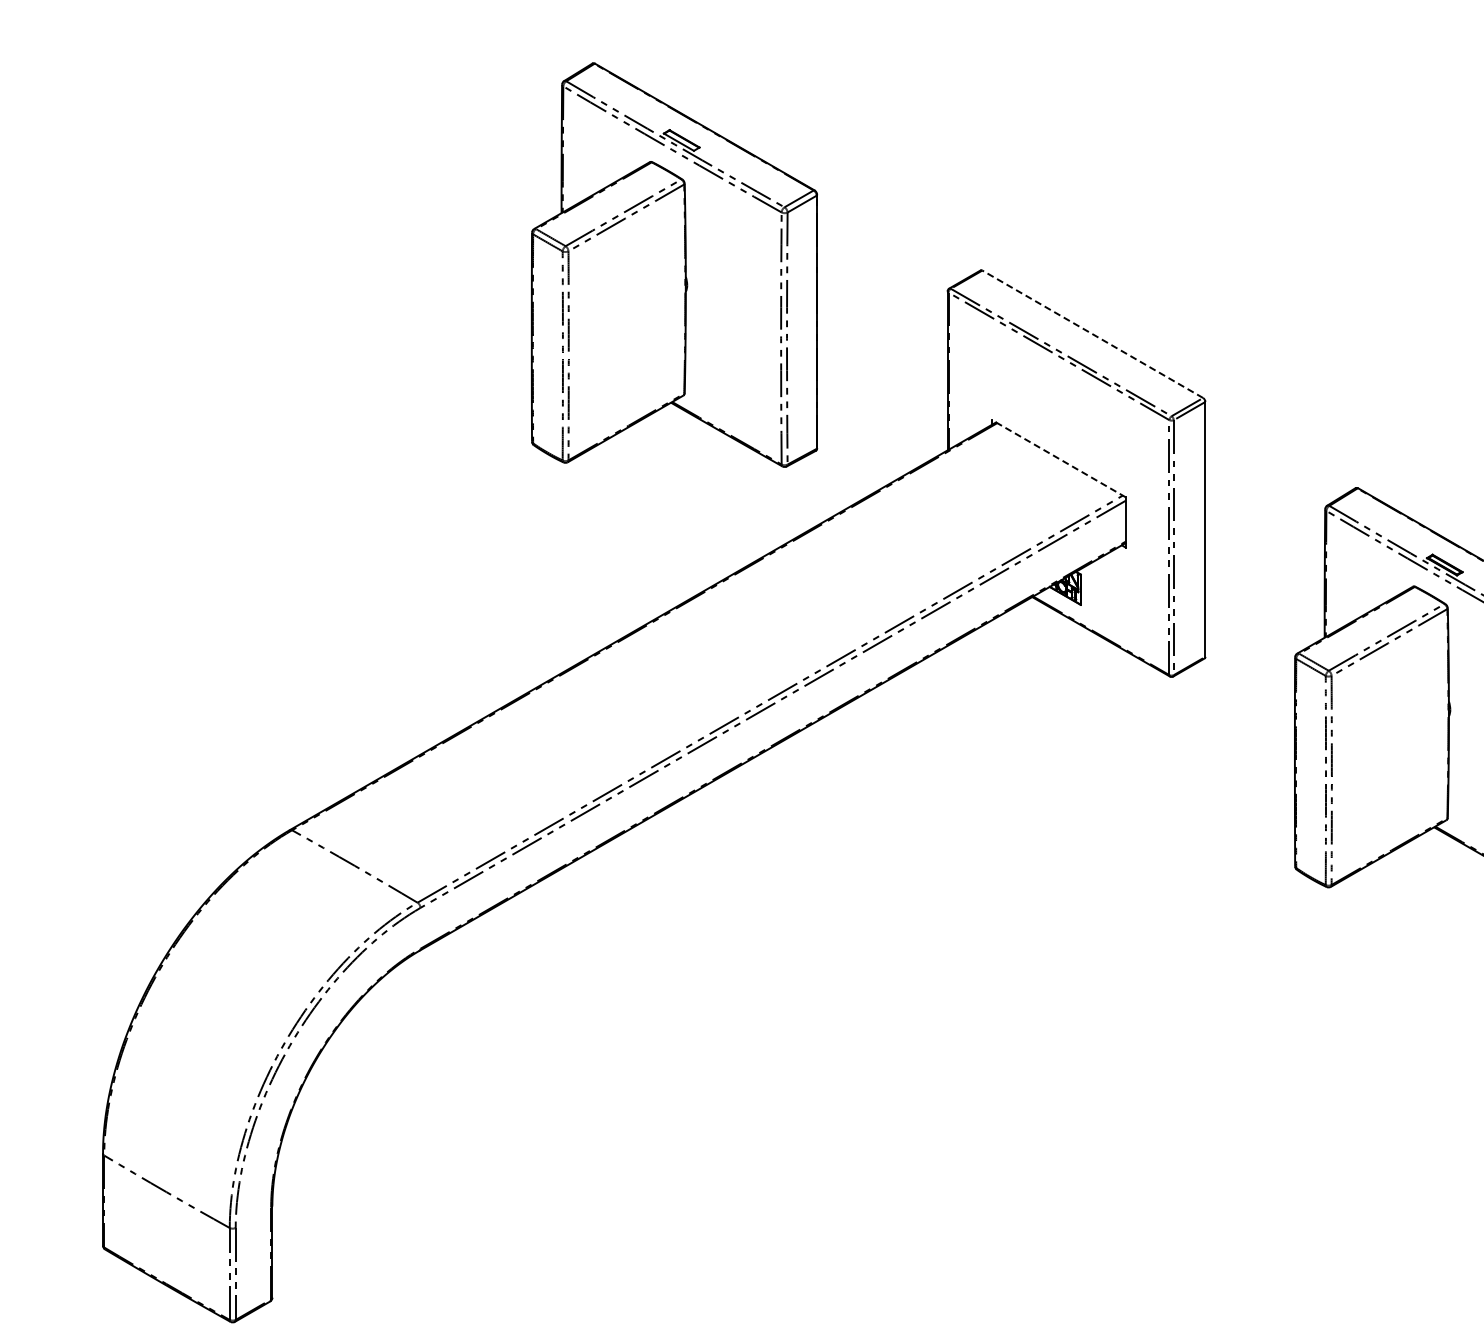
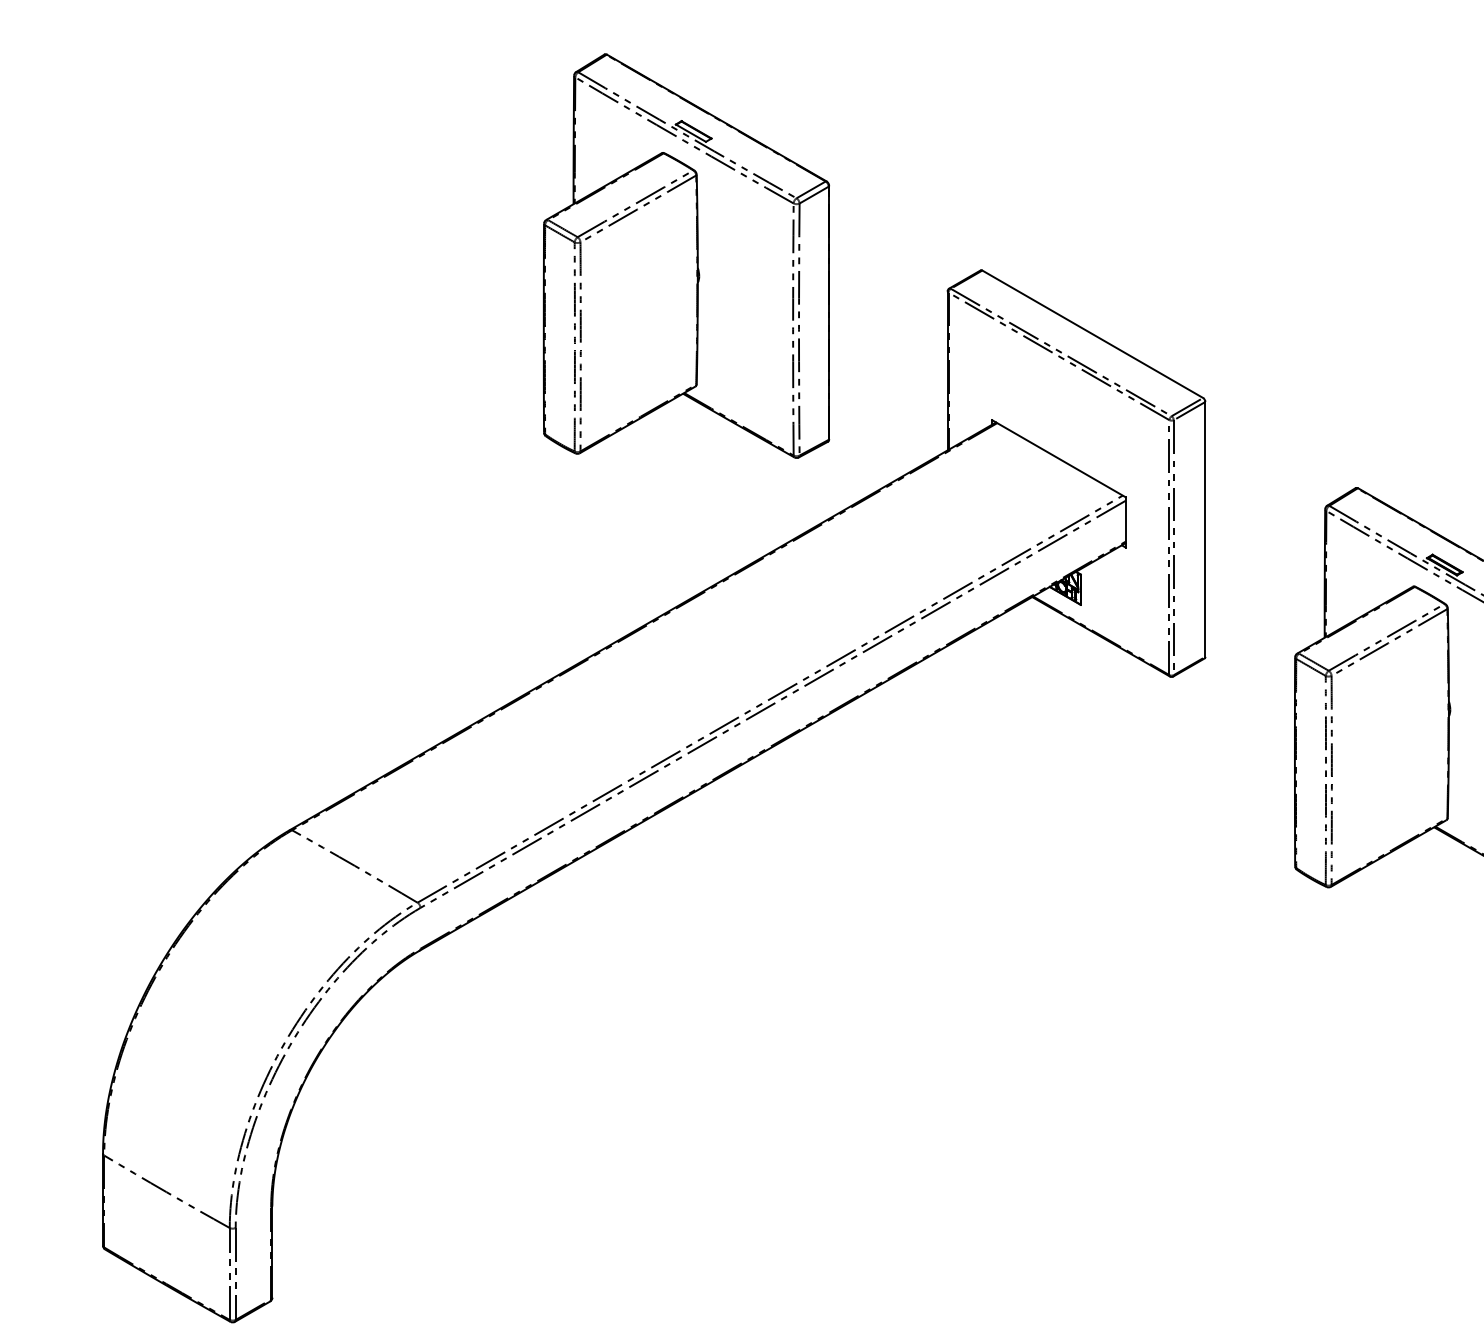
part at (674, 264) position: (674, 264) -> (686, 255)
line at (1092, 334): dashed -> solid
line at (1058, 458): dashed -> solid
